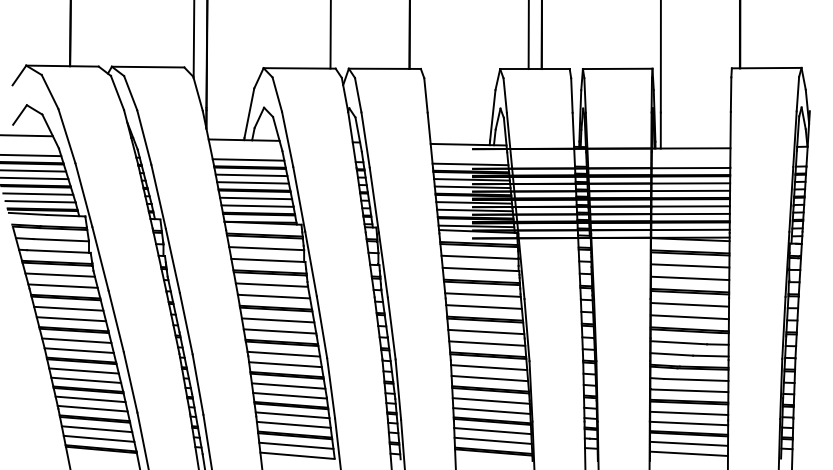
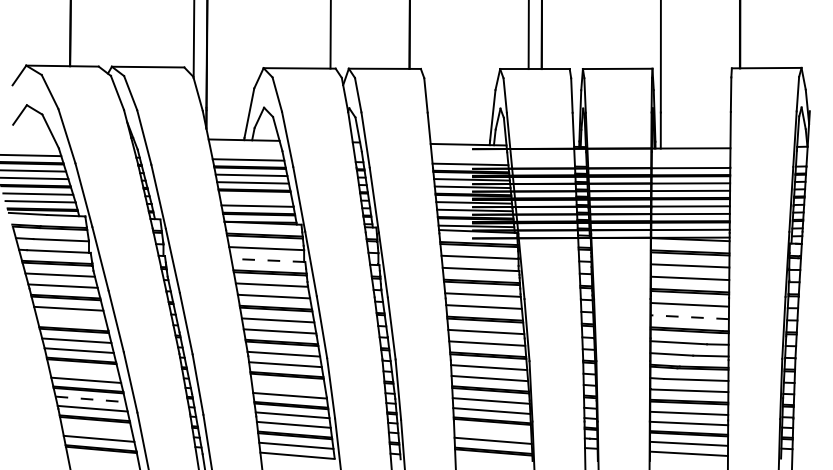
line at (27, 135): present -> none
line at (256, 198): present -> none
line at (267, 260): solid -> dashed
line at (689, 317): solid -> dashed
line at (71, 319): present -> none
line at (83, 370): present -> none
line at (288, 385): present -> none
line at (91, 399): solid -> dashed
line at (96, 429): present -> none
line at (492, 431): present -> none
